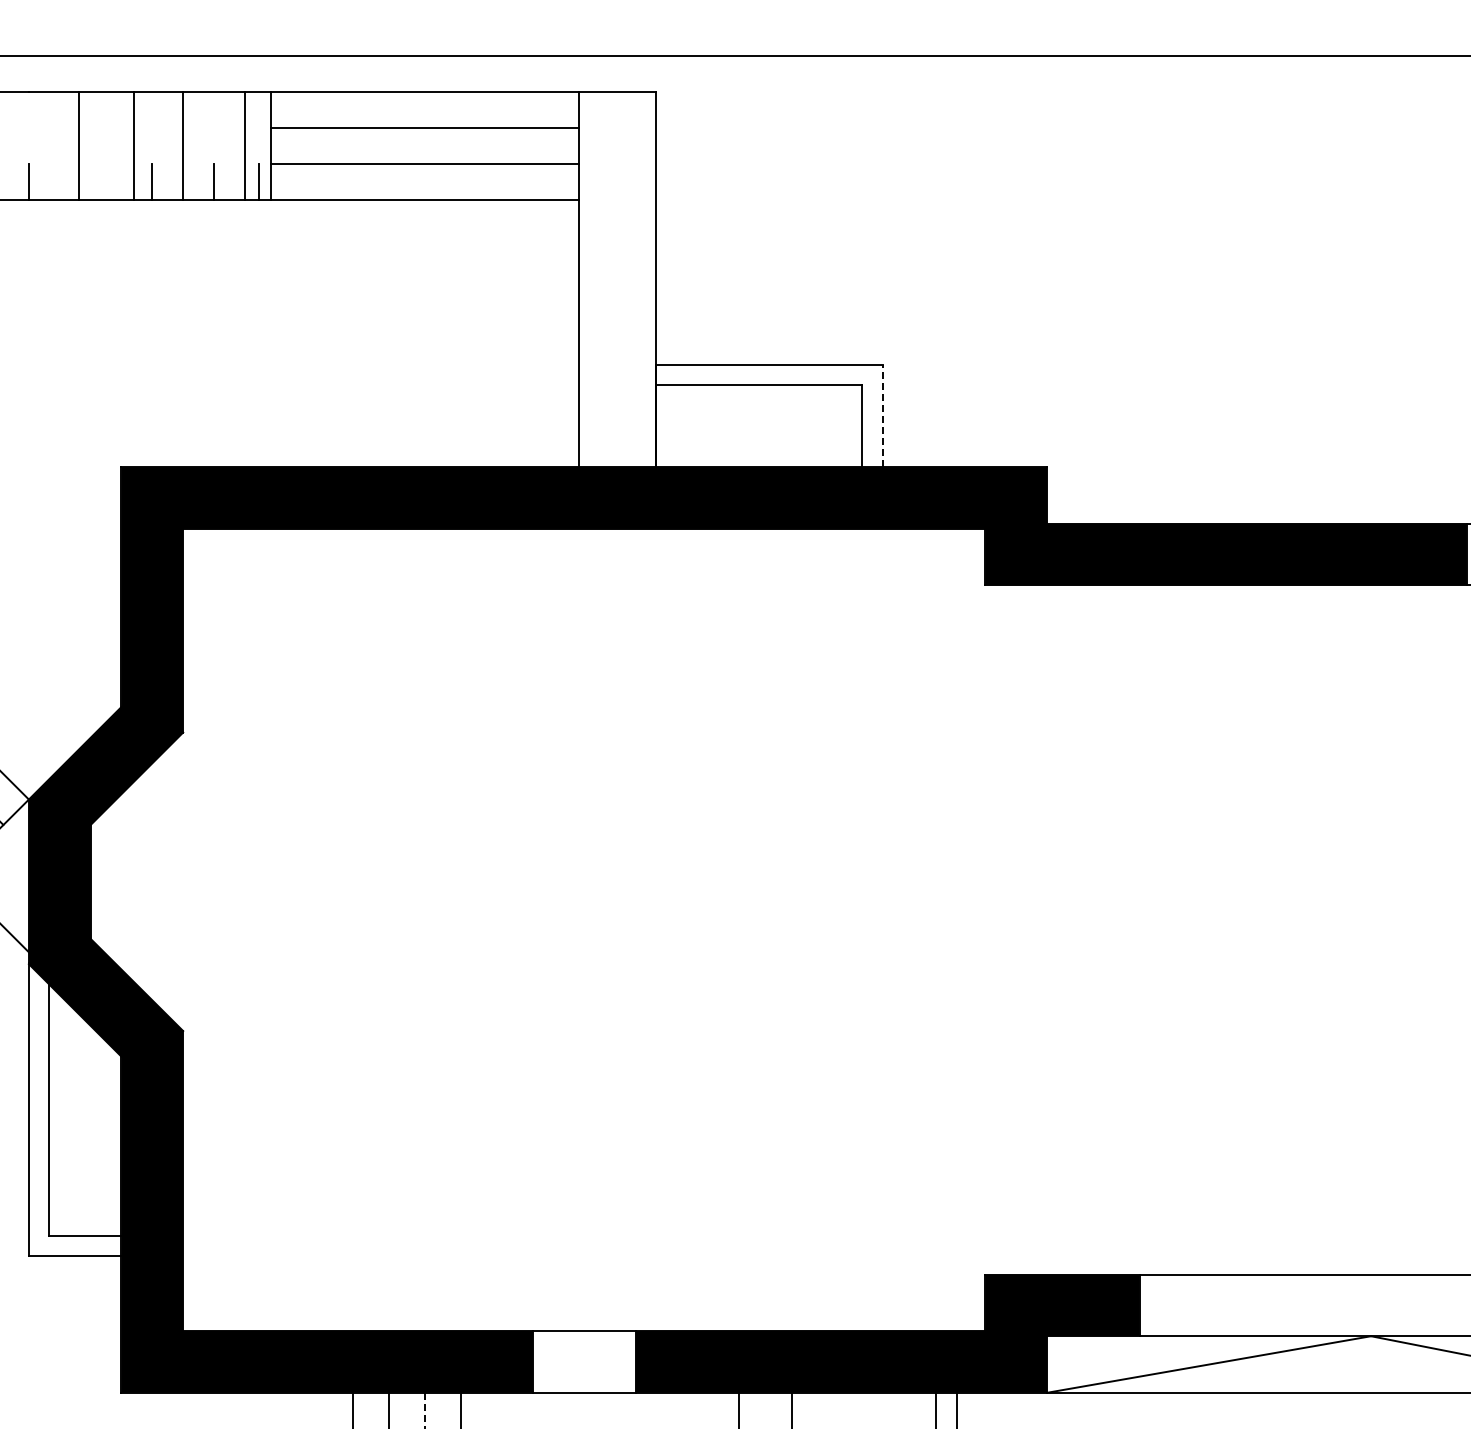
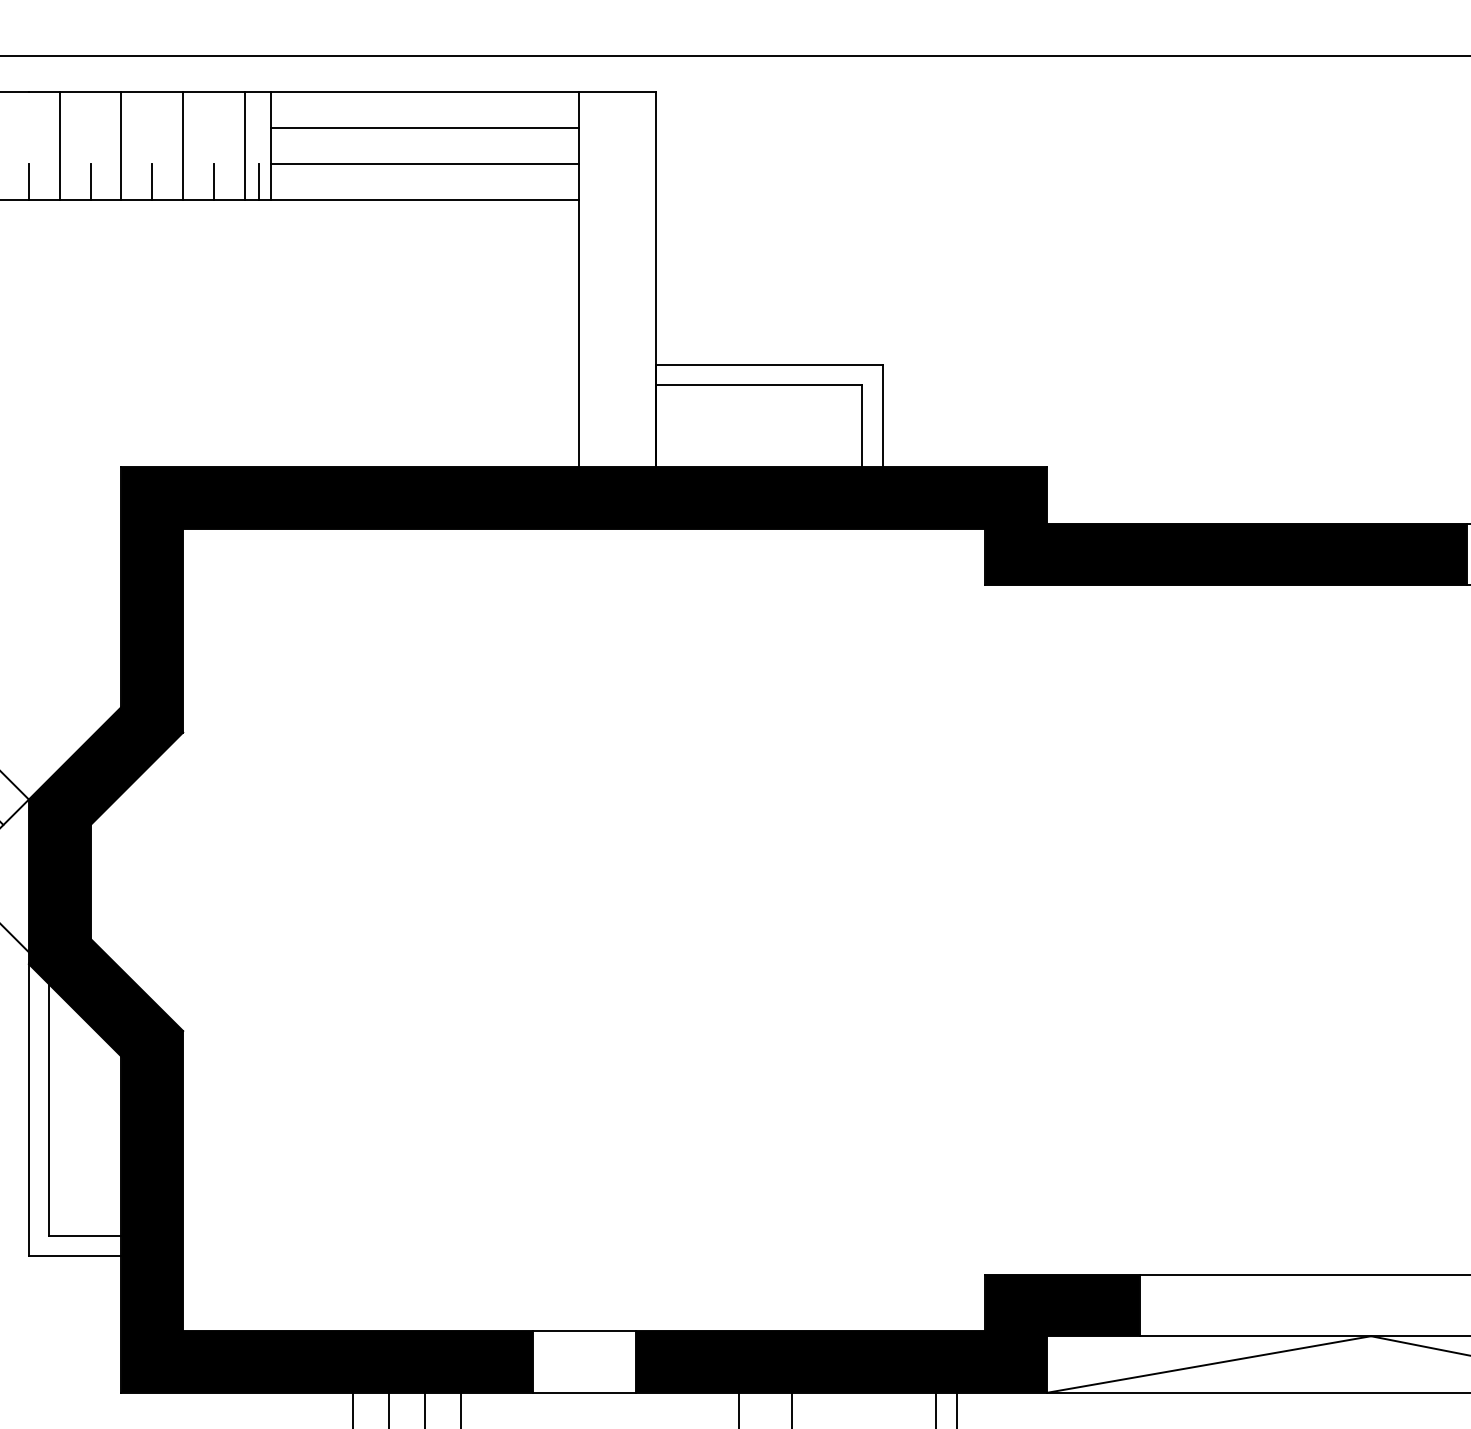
line at (78, 145) position: (78, 145) -> (59, 145)
line at (134, 145) position: (134, 145) -> (121, 145)
line at (90, 181): none -> present
line at (882, 415): dashed -> solid
line at (424, 1410): dashed -> solid
